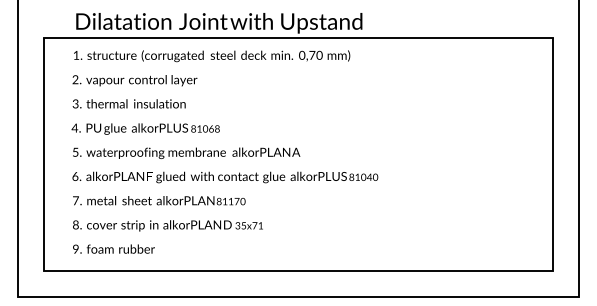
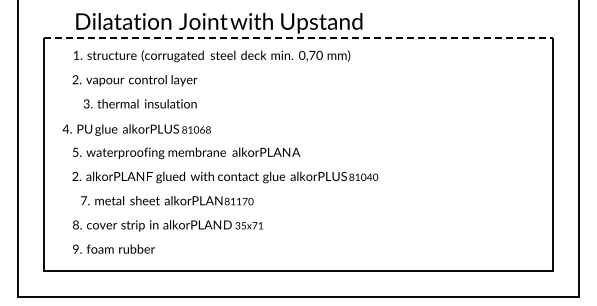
line at (298, 37): solid -> dashed
text at (128, 103) position: (128, 103) -> (139, 103)
text at (145, 128) position: (145, 128) -> (136, 129)
text at (75, 176): 6. -> 2.
text at (159, 200) position: (159, 200) -> (167, 200)
